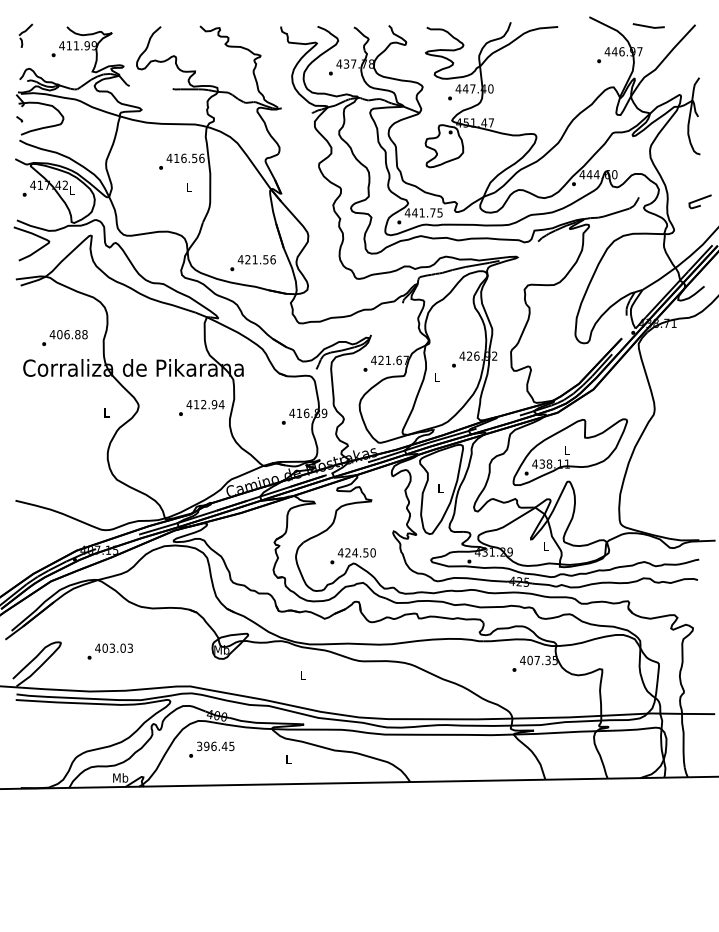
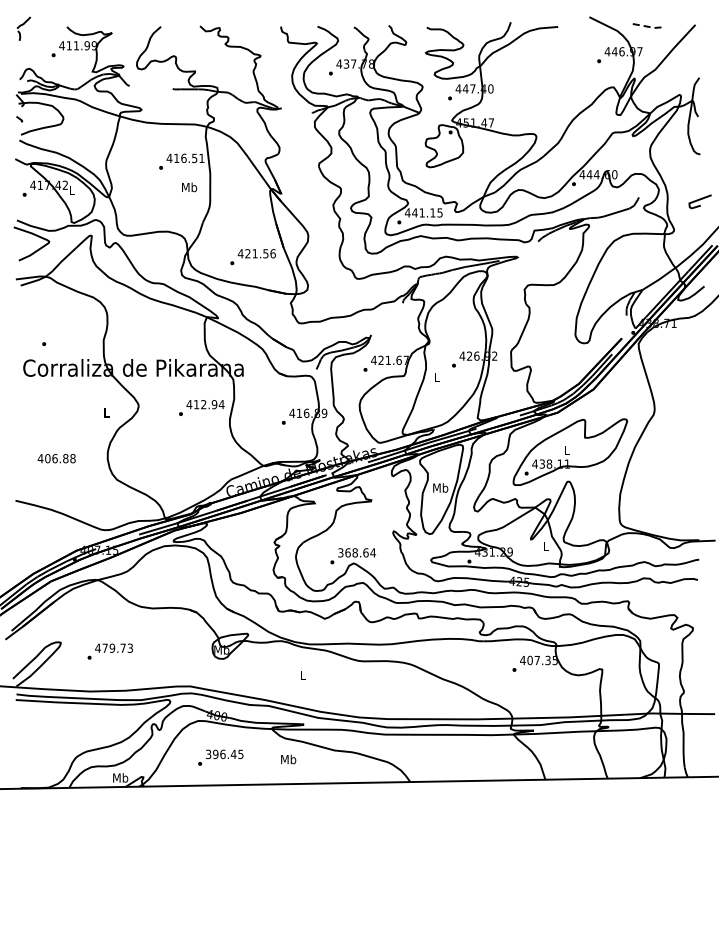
line at (649, 27): solid -> dashed
part at (25, 35) position: (25, 35) -> (23, 28)
text at (201, 157): 416.56 -> 416.51
text at (189, 187): L -> Mb
text at (432, 212): 441.75 -> 441.15
text at (252, 263) position: (252, 263) -> (252, 257)
text at (68, 334) position: (68, 334) -> (56, 458)
text at (440, 487): L -> Mb
text at (356, 552): 424.50 -> 368.64
text at (113, 647): 403.03 -> 479.73
text at (211, 749) position: (211, 749) -> (220, 757)
text at (288, 759): L -> Mb
